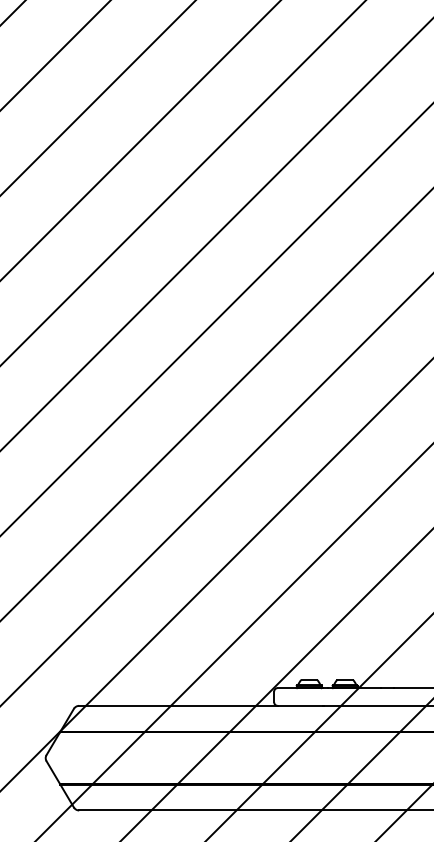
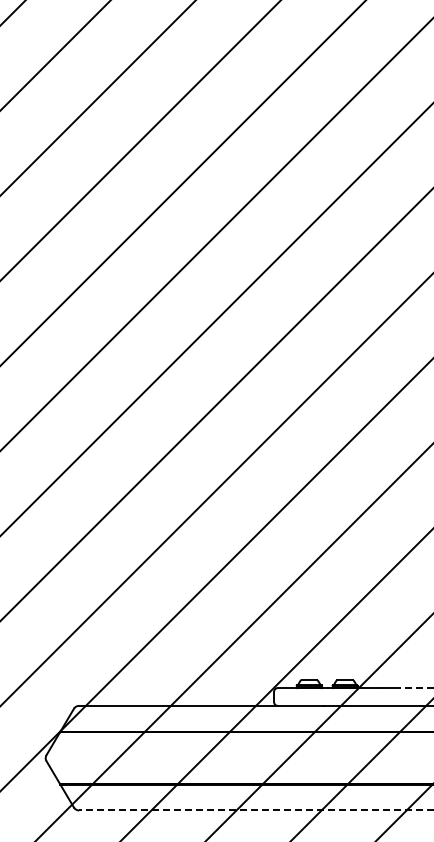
line at (413, 688): solid -> dashed
line at (255, 810): solid -> dashed
